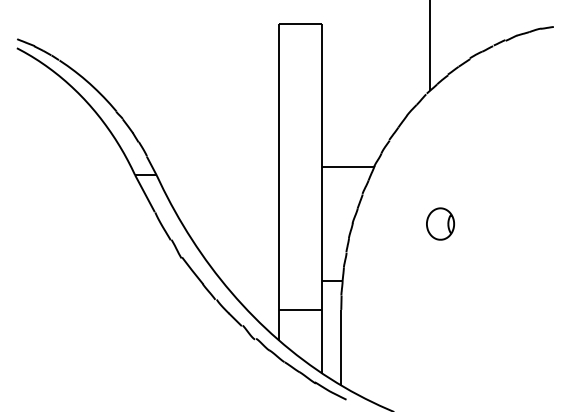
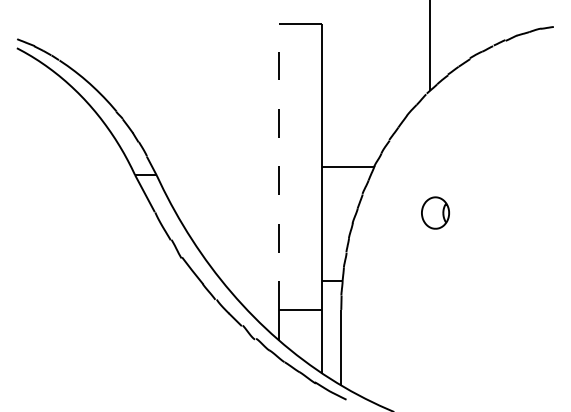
line at (279, 166): solid -> dashed
part at (440, 223) position: (440, 223) -> (435, 212)
